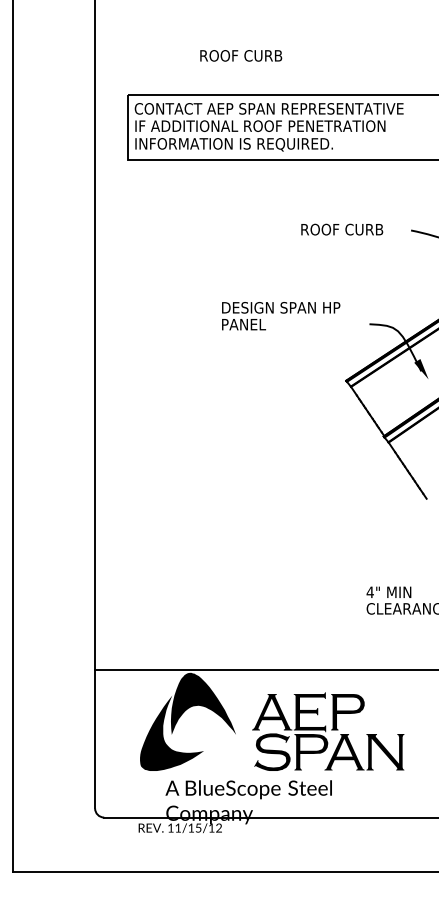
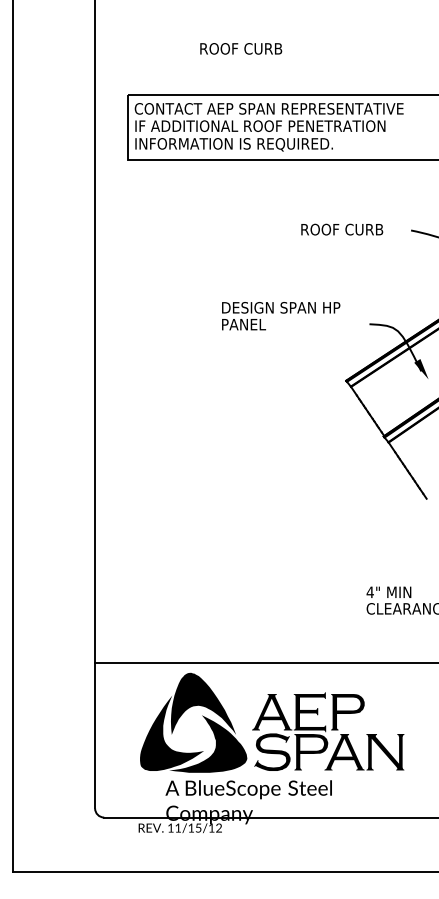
text at (241, 55) position: (241, 55) -> (241, 48)
line at (265, 670) position: (265, 670) -> (265, 663)
fill at (208, 743): none -> present
